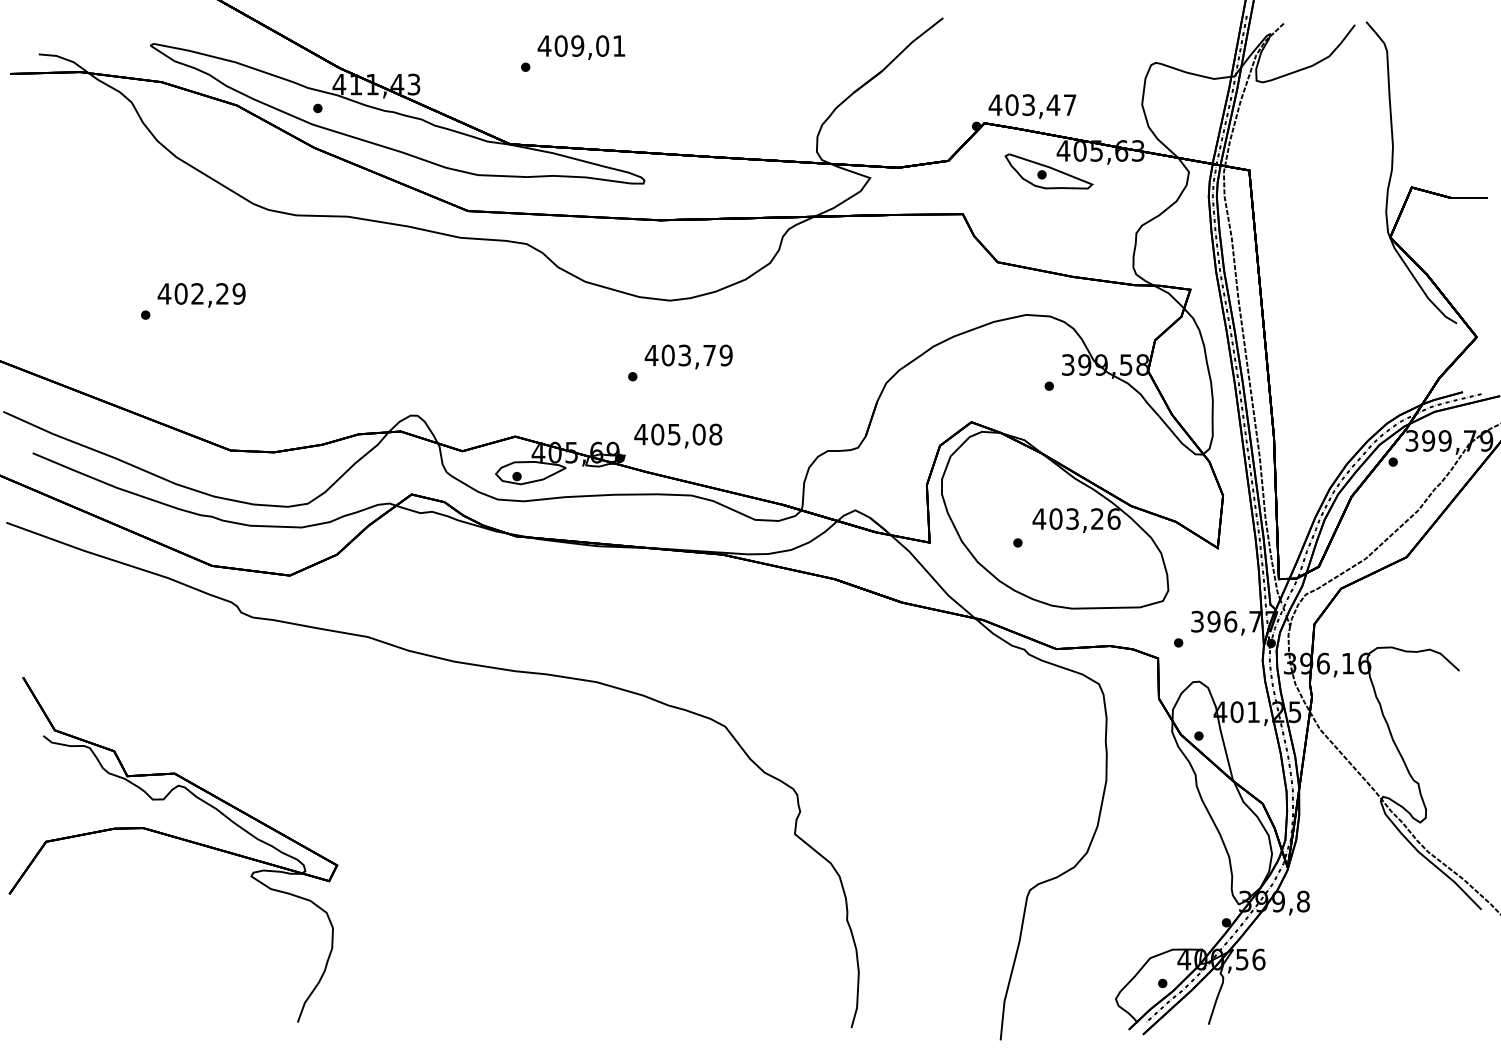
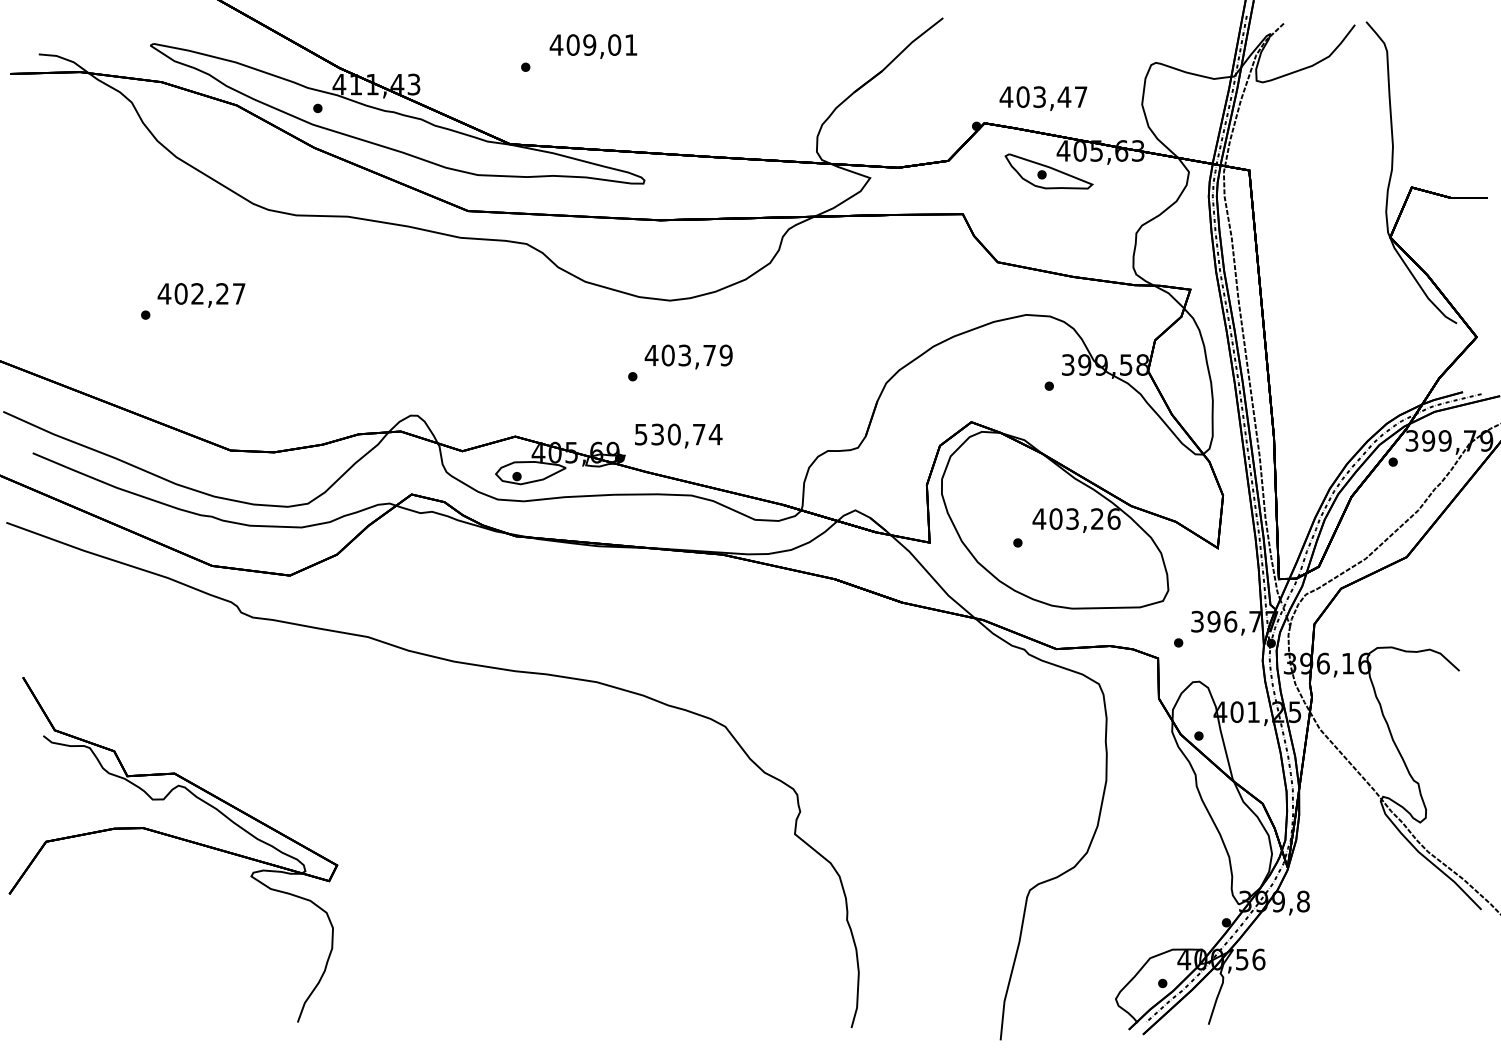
text at (581, 47) position: (581, 47) -> (593, 46)
text at (1032, 106) position: (1032, 106) -> (1043, 98)
text at (238, 293): 402,29 -> 402,27
text at (678, 434): 405,08 -> 530,74
